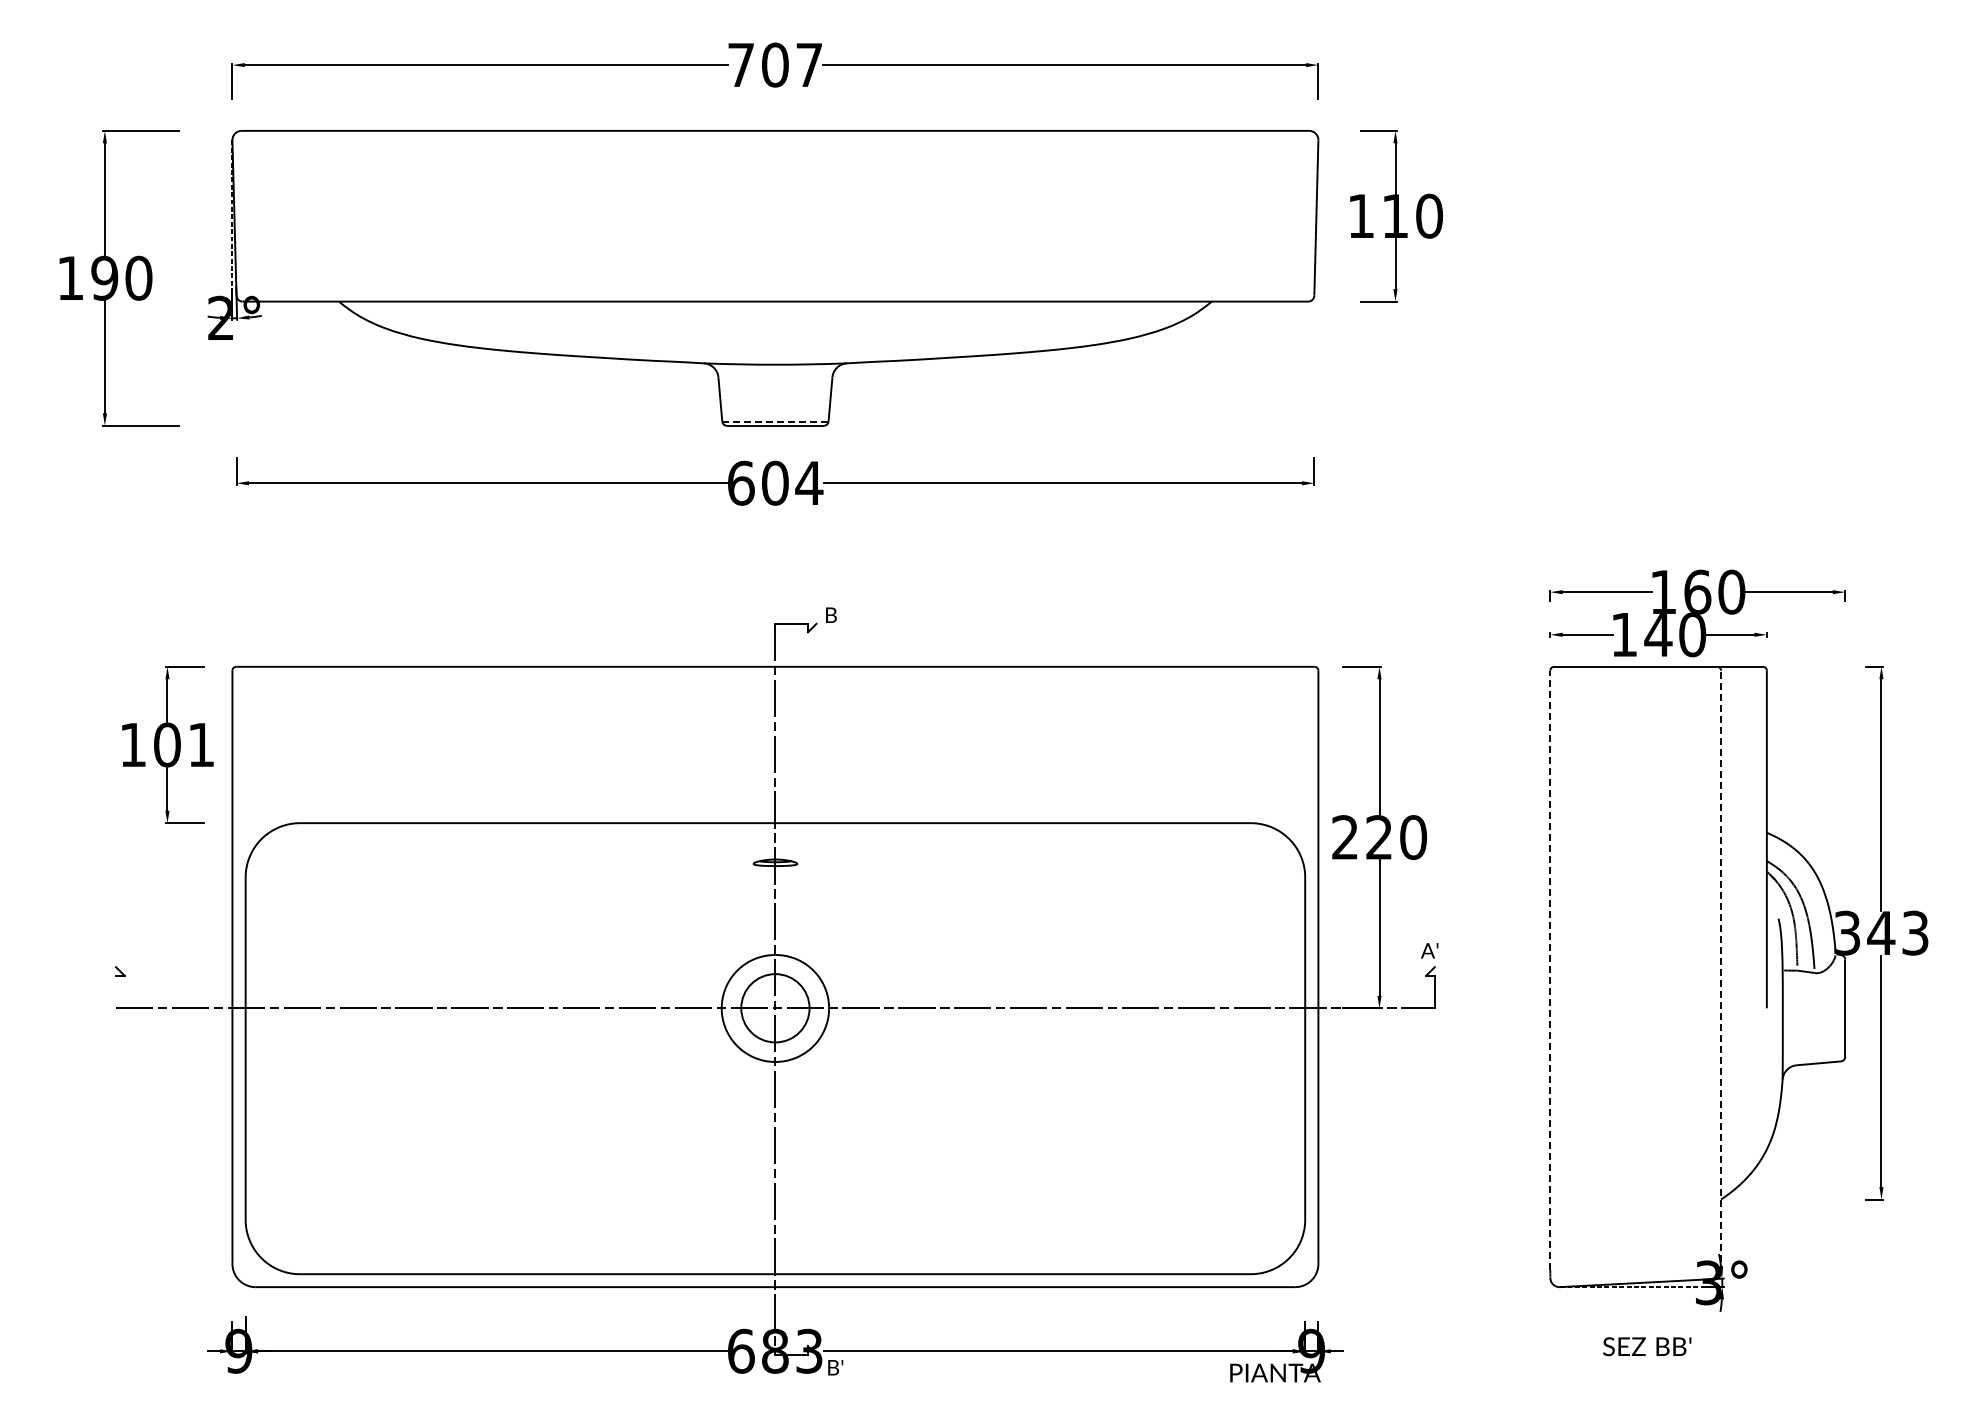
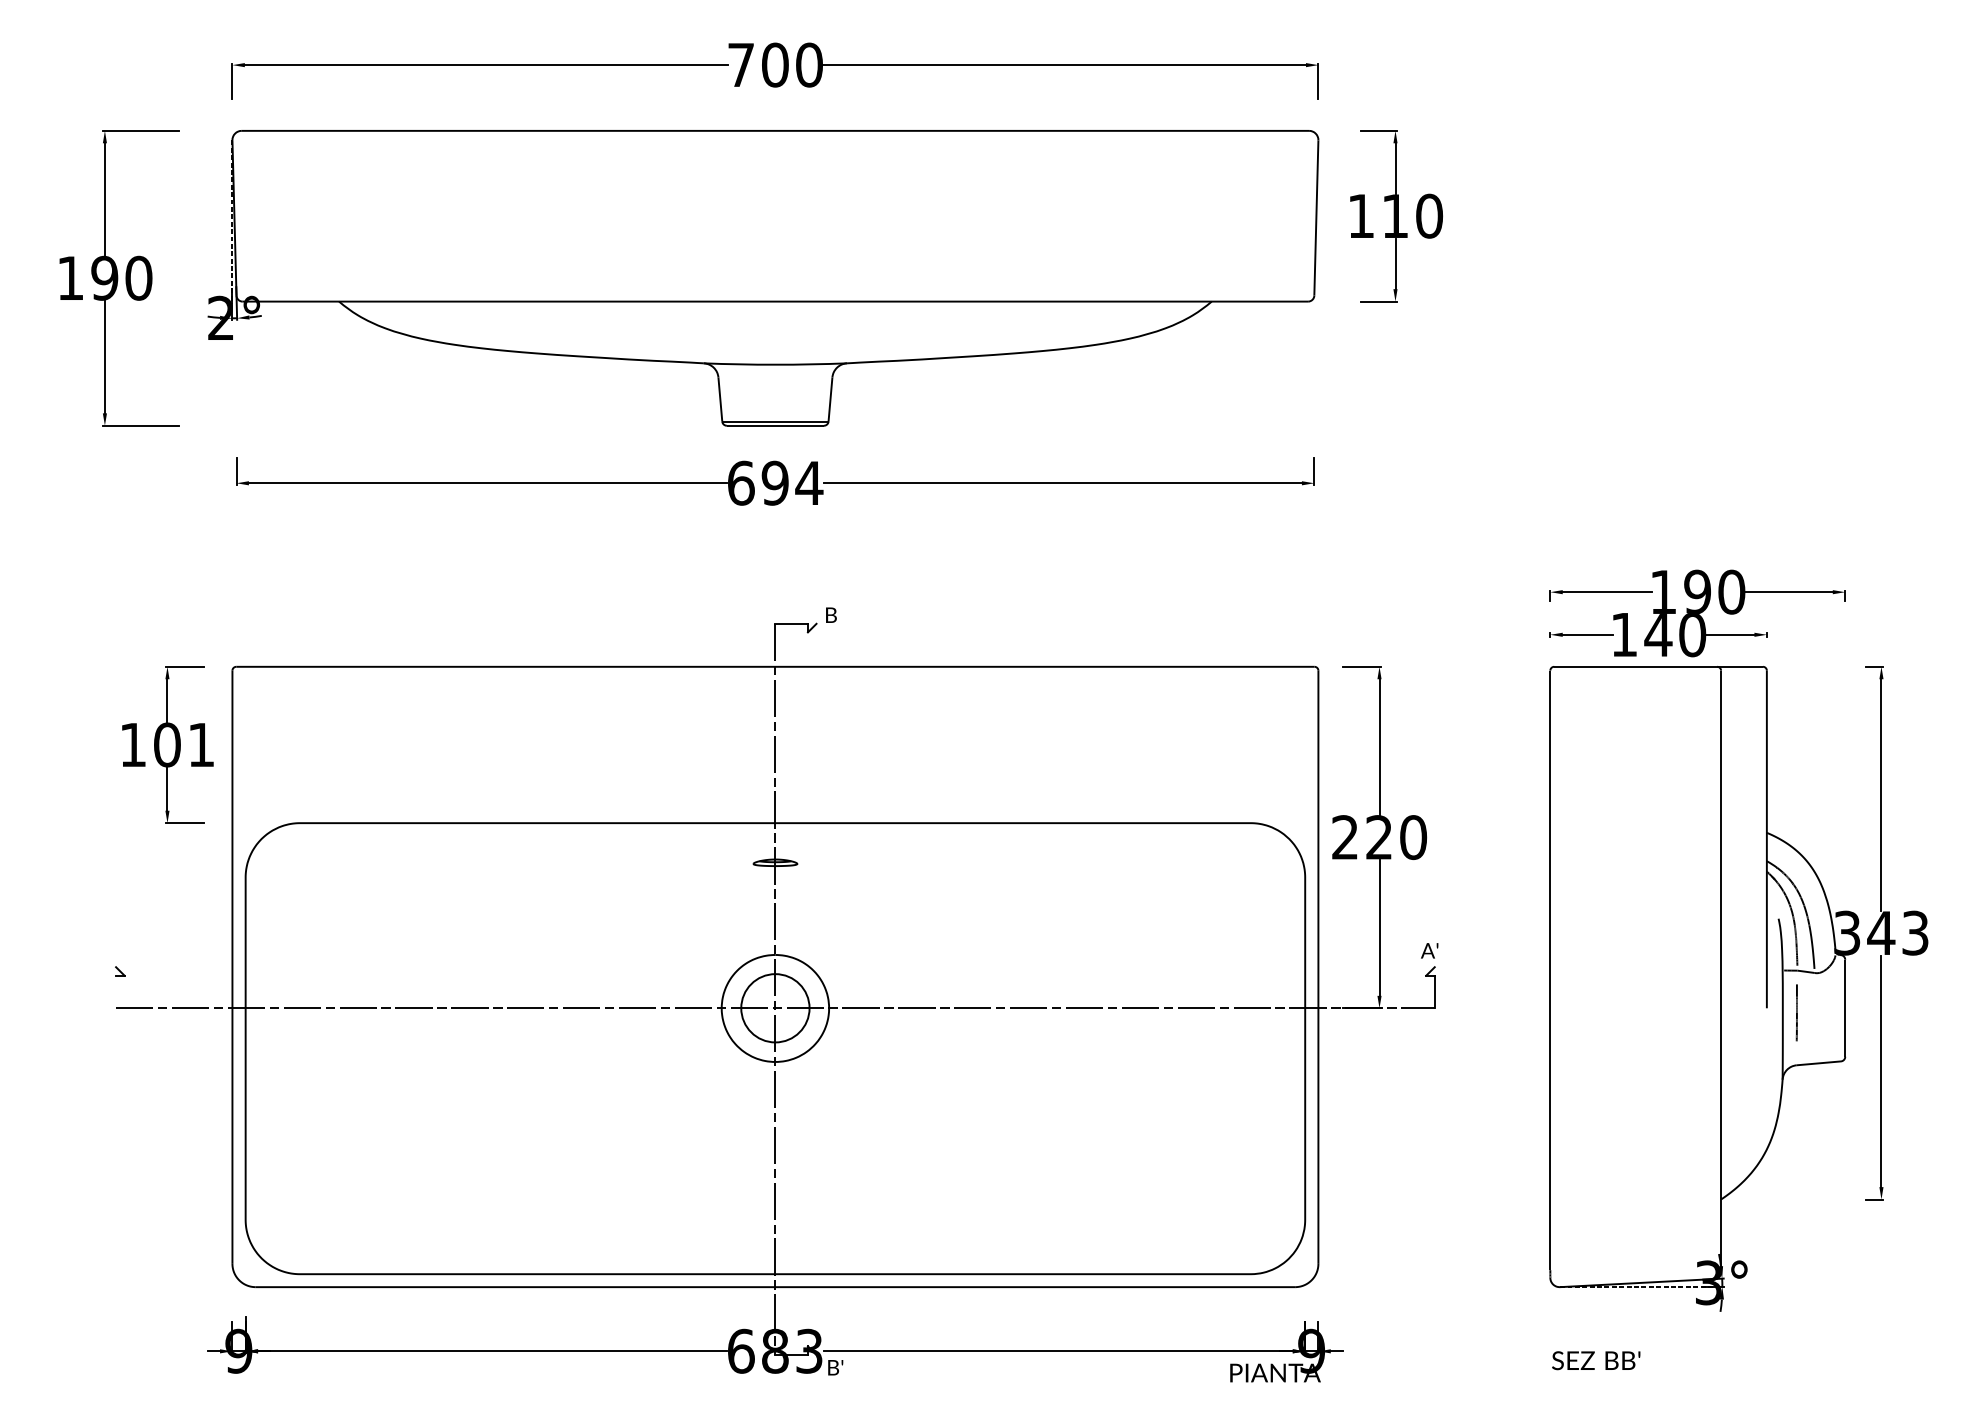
text at (809, 64): 707 -> 700
line at (775, 421): dashed -> solid
text at (774, 482): 604 -> 694
text at (1697, 591): 160 -> 190
line at (1550, 970): dashed -> solid
line at (1721, 971): dashed -> solid
line at (1796, 1012): none -> present
text at (1647, 1346) position: (1647, 1346) -> (1596, 1360)
